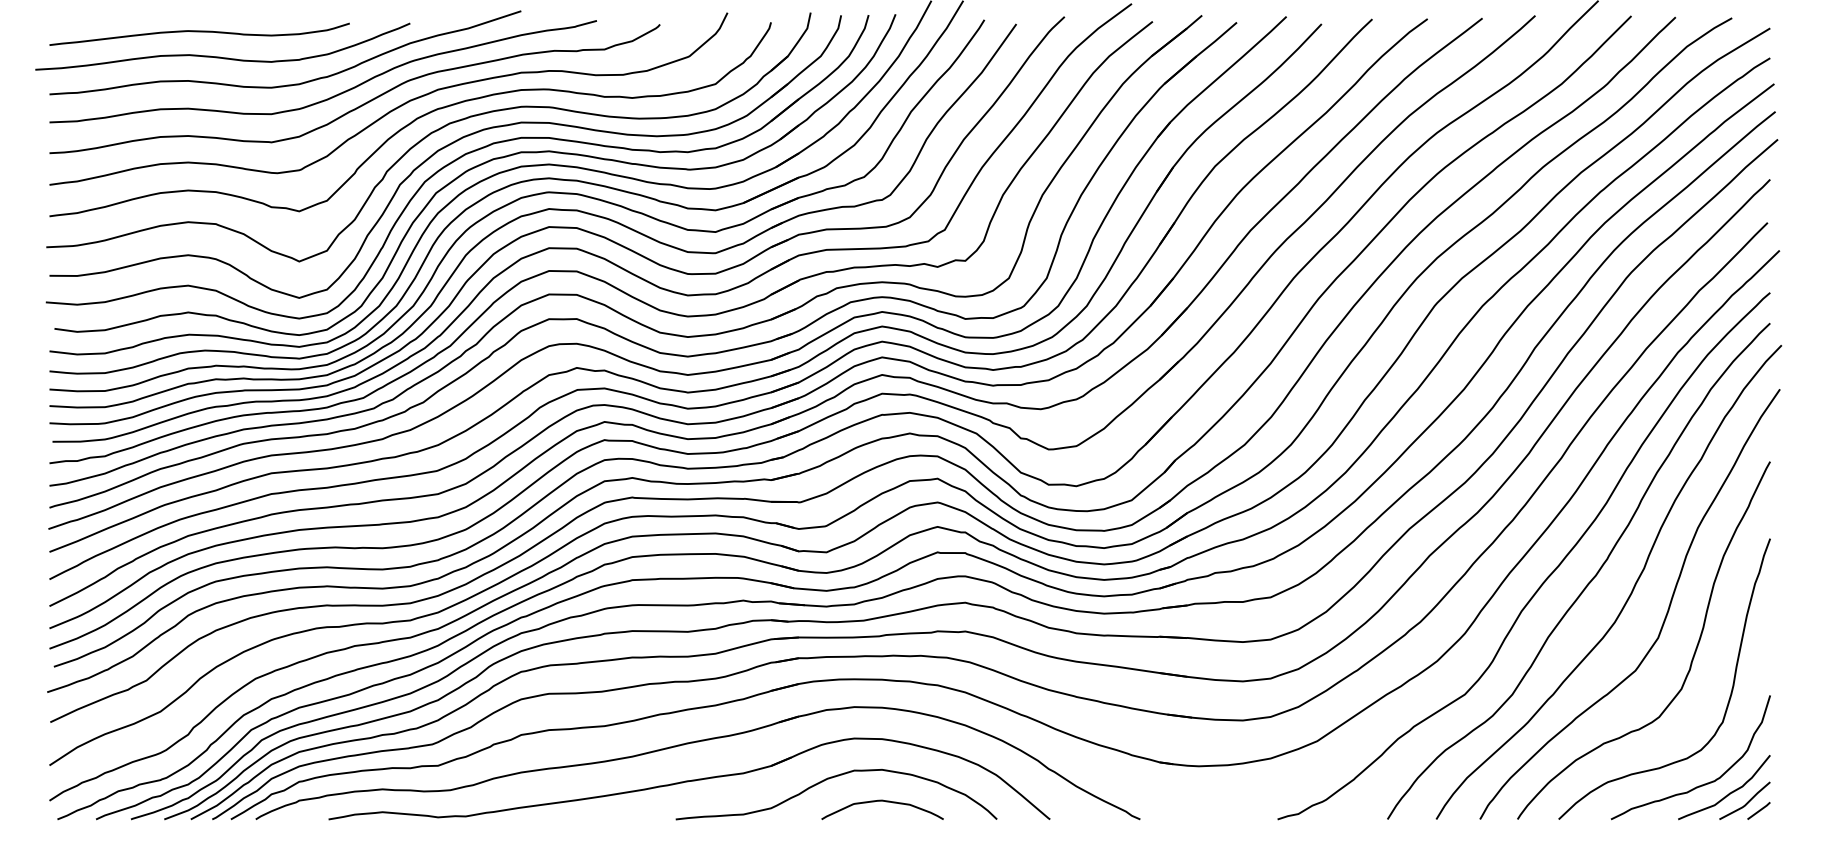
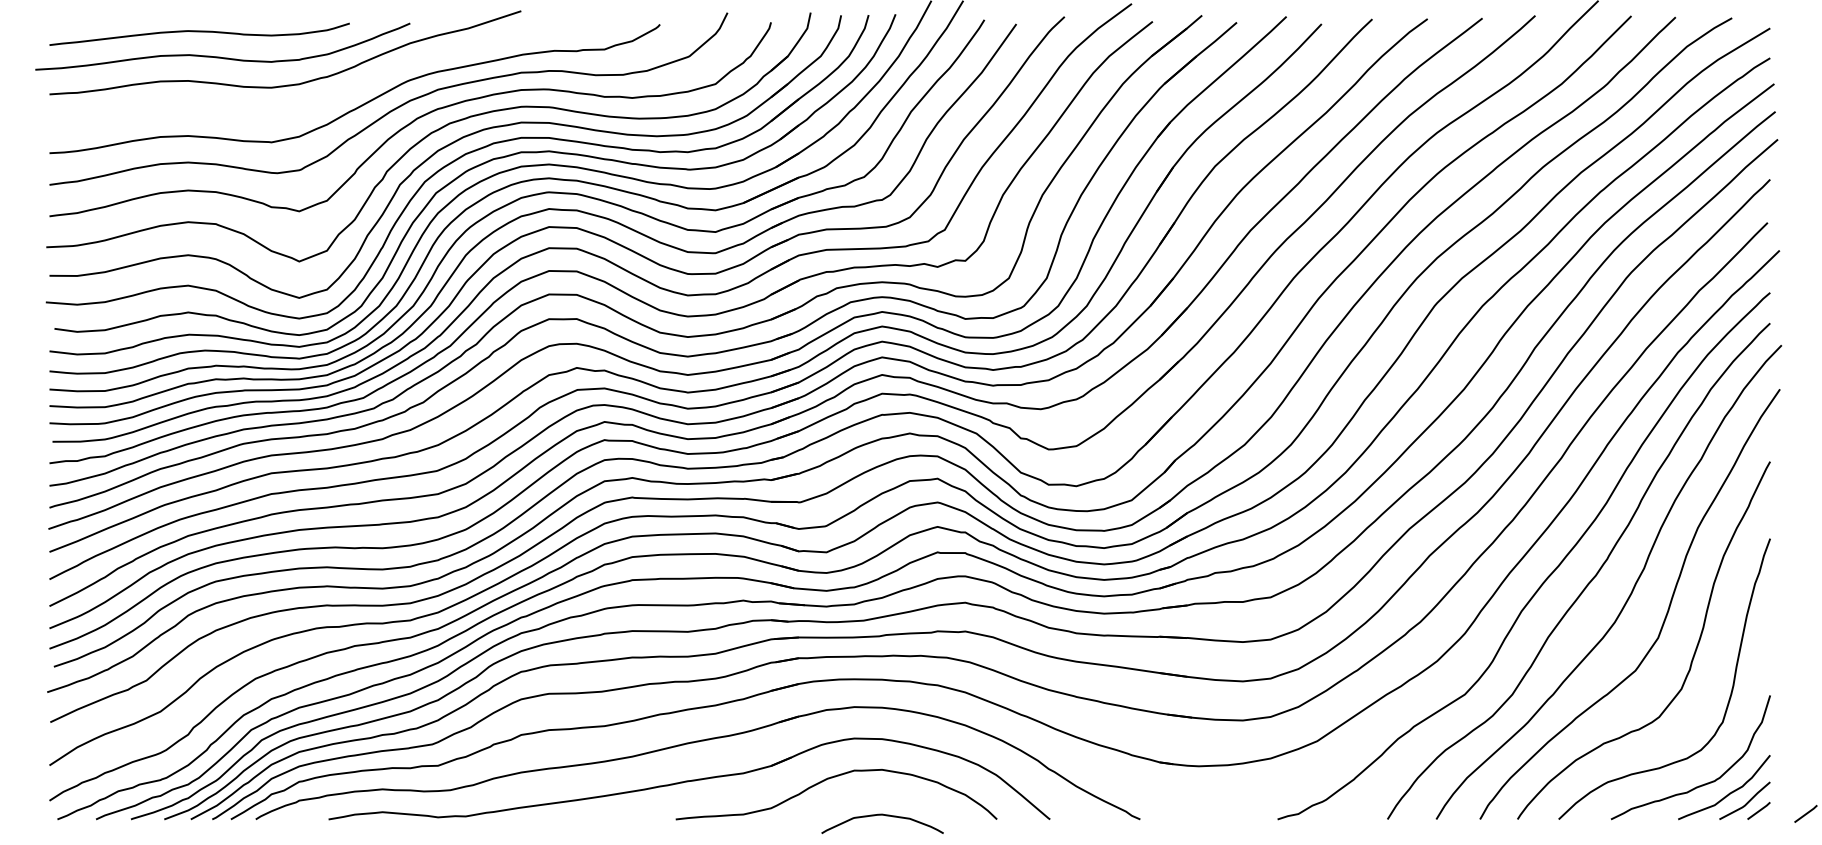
curve at (333, 95): present -> none
curve at (882, 801) position: (882, 801) -> (882, 815)
line at (1805, 813): none -> present
